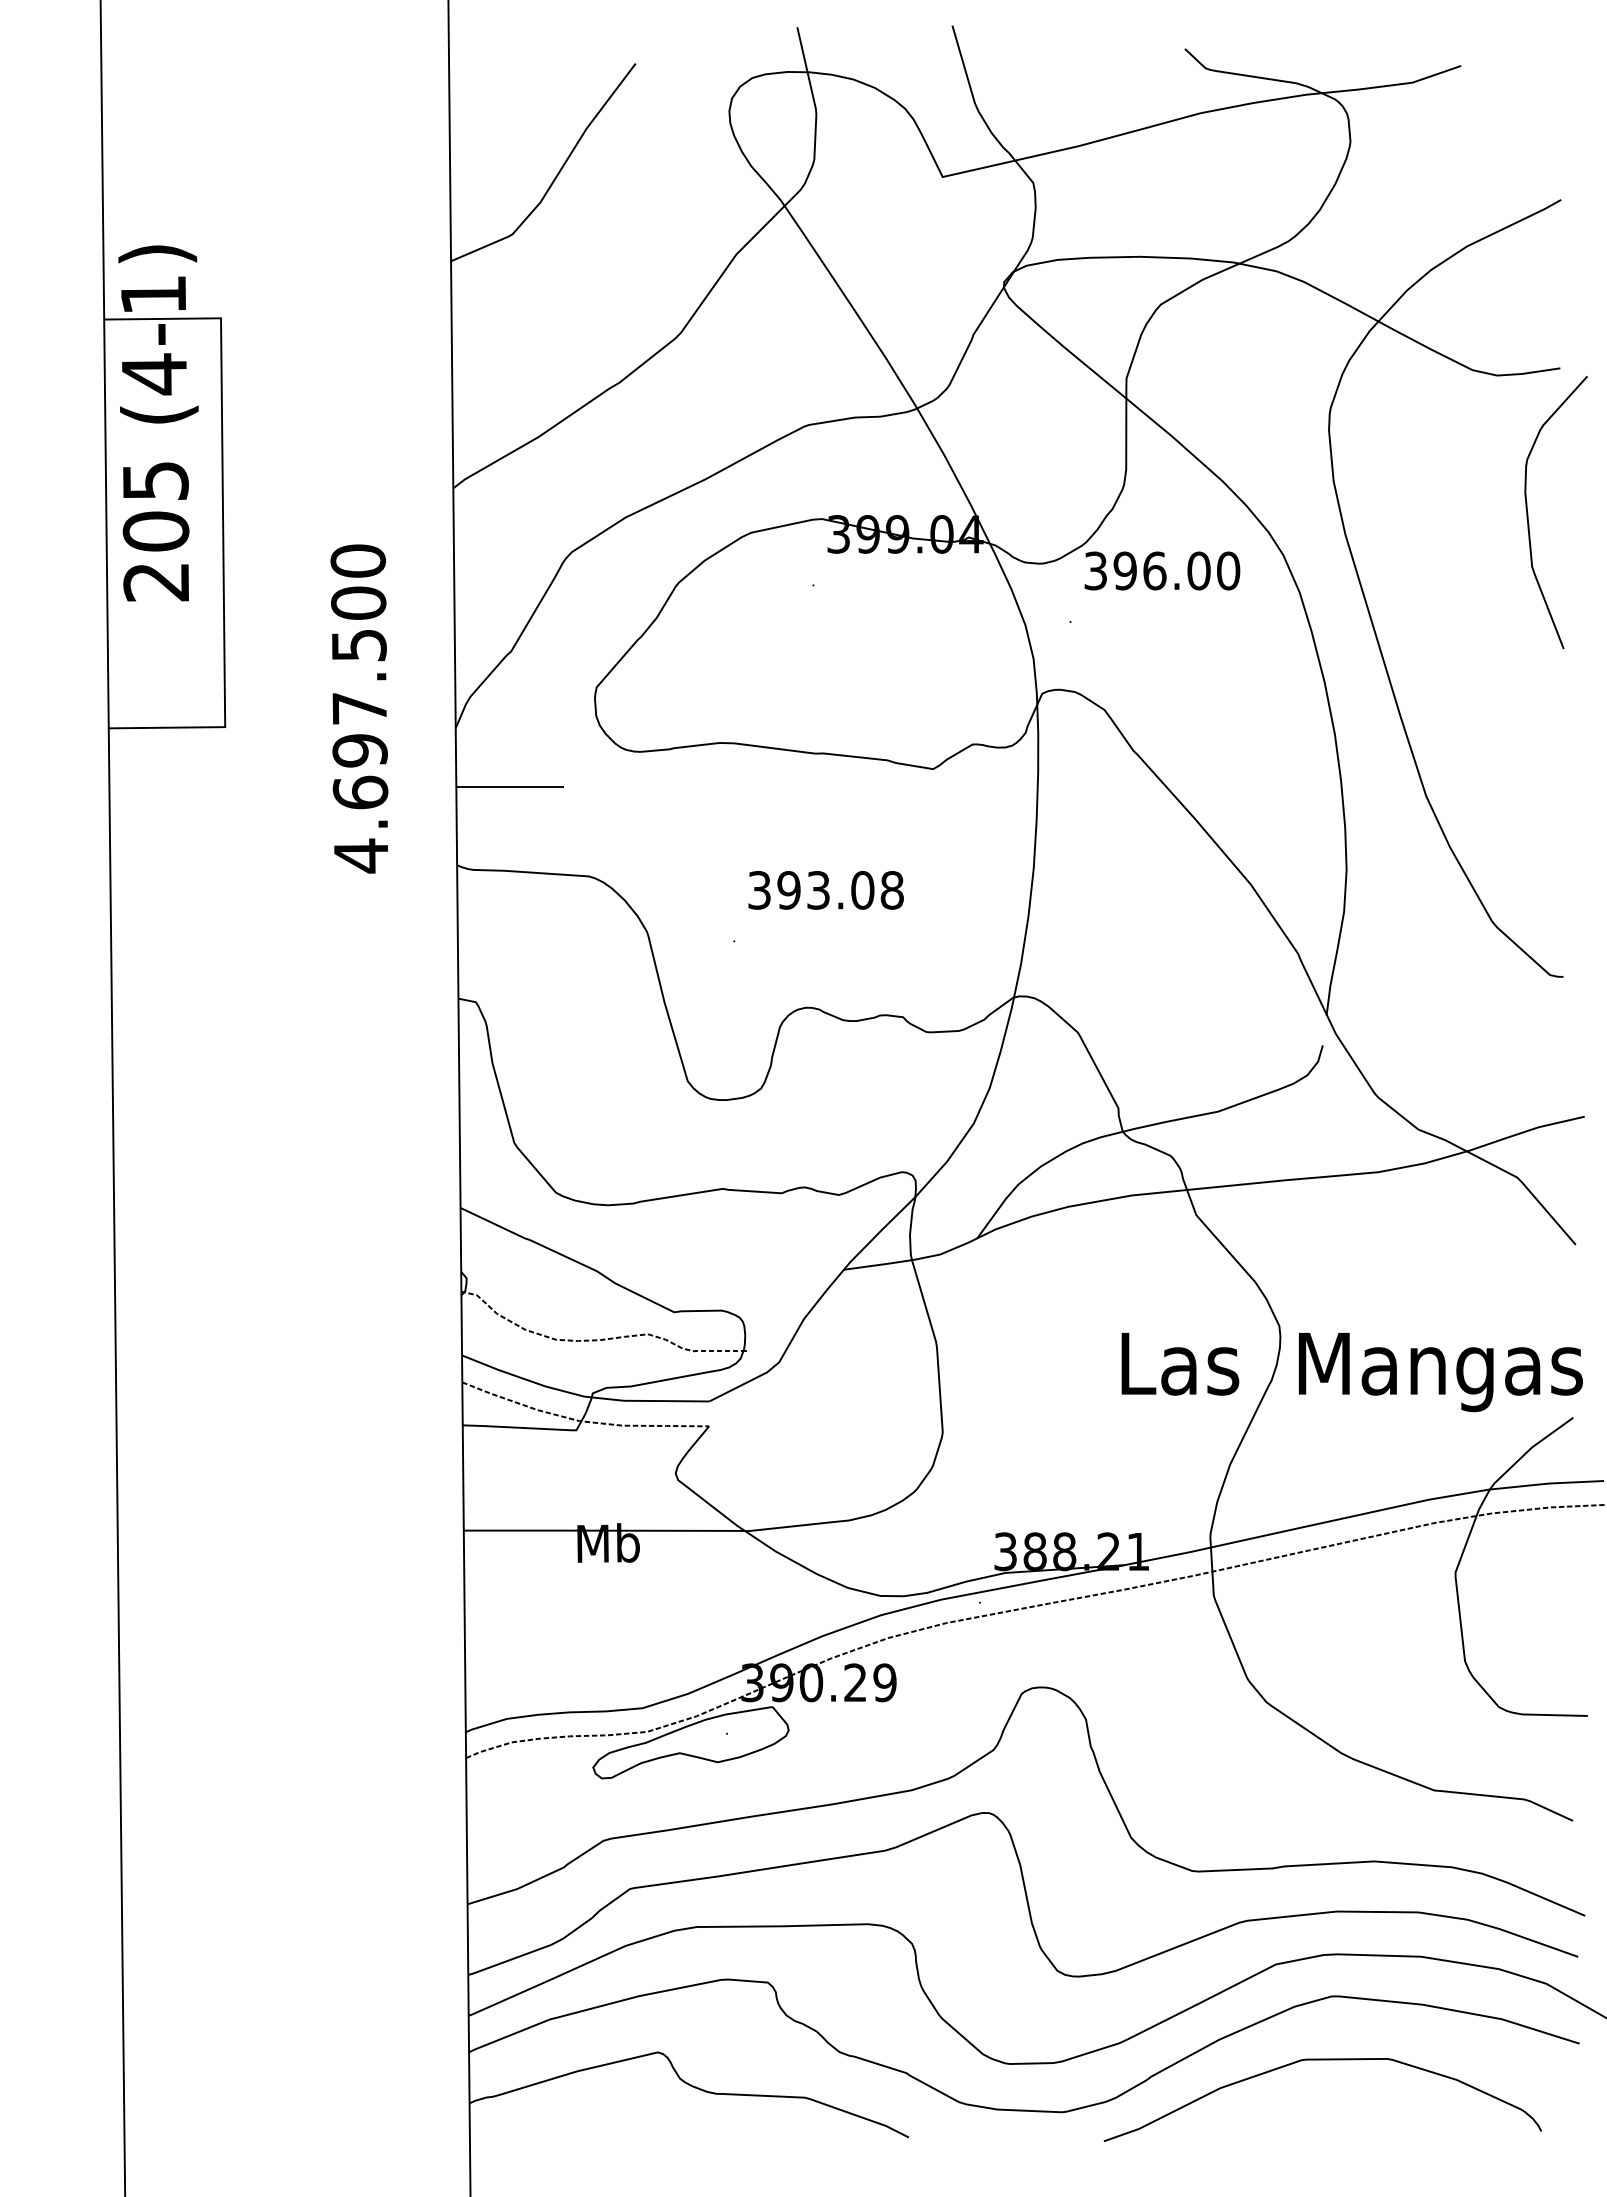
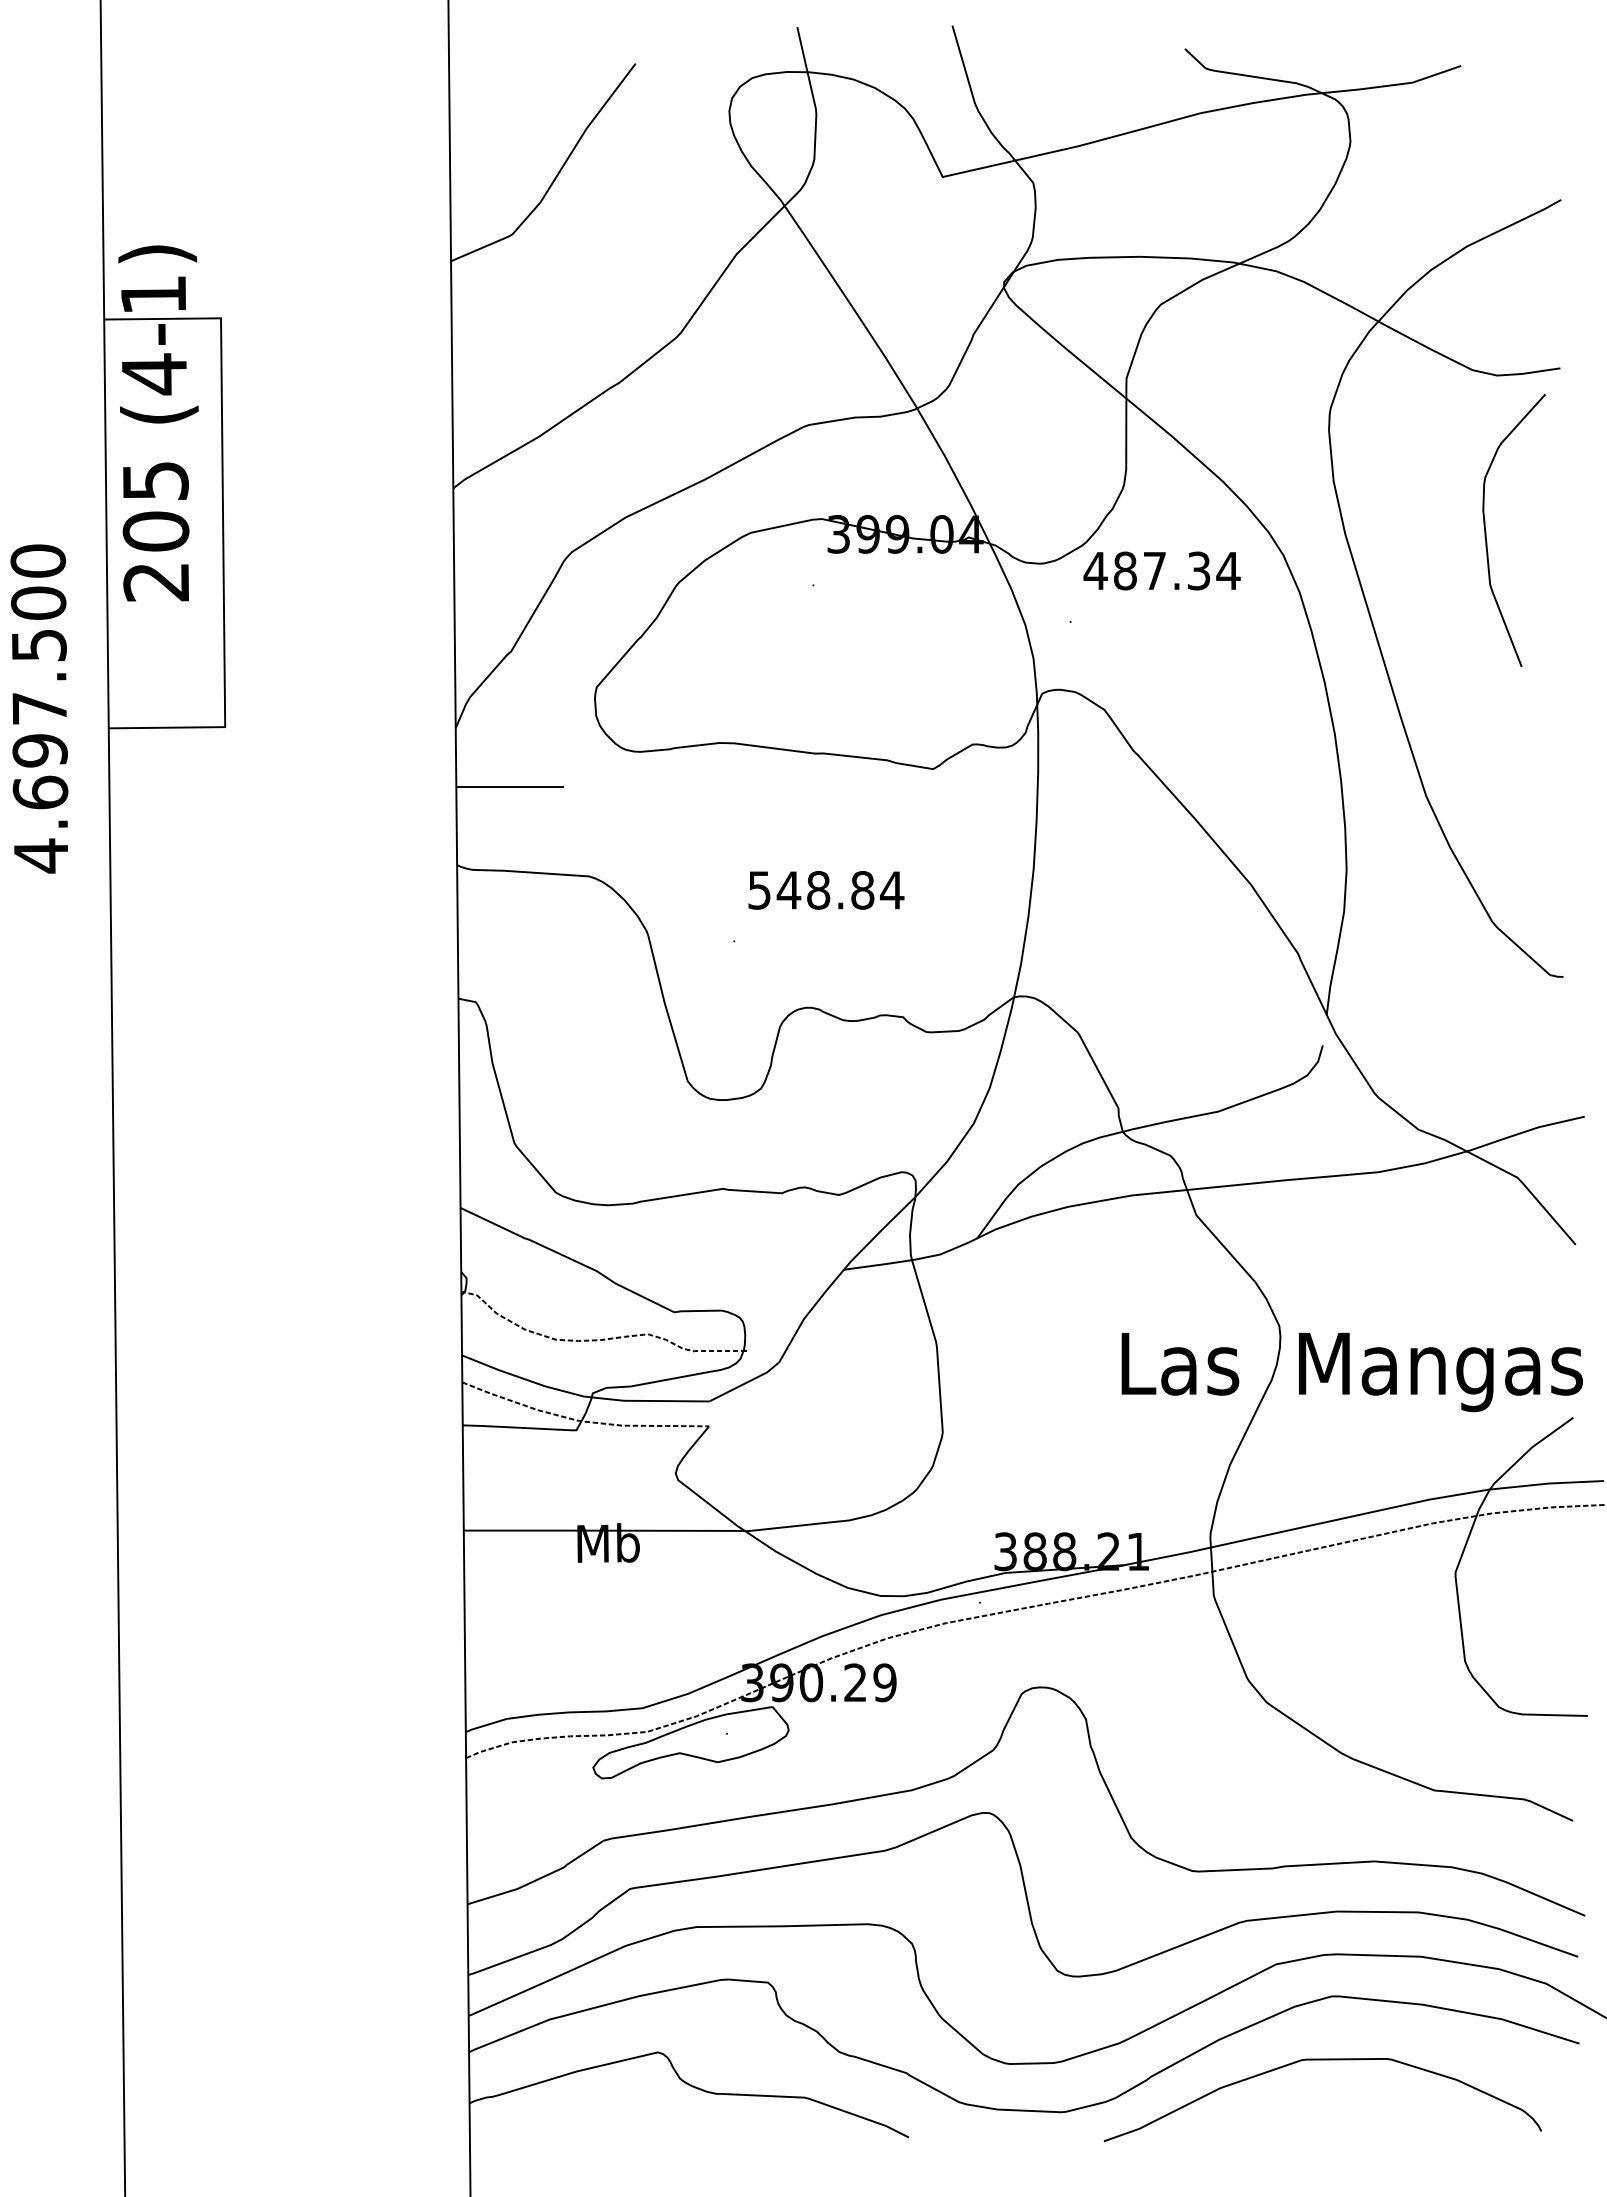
curve at (1528, 512) position: (1528, 512) -> (1486, 530)
text at (1161, 570): 396.00 -> 487.34
text at (359, 708) position: (359, 708) -> (39, 708)
text at (826, 890): 393.08 -> 548.84
